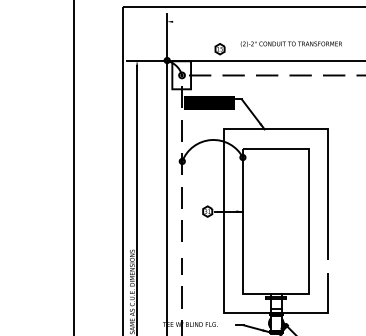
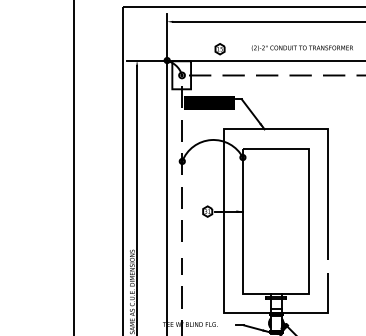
line at (267, 21): none -> present
text at (290, 43) position: (290, 43) -> (301, 47)
